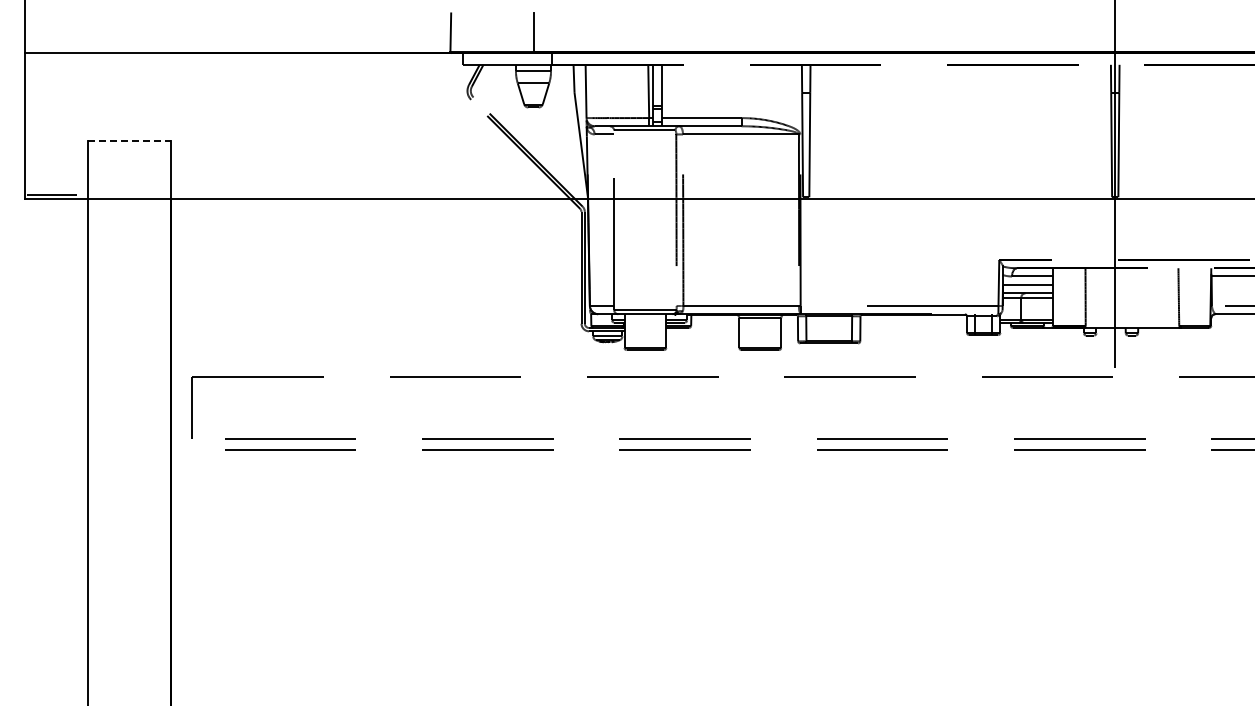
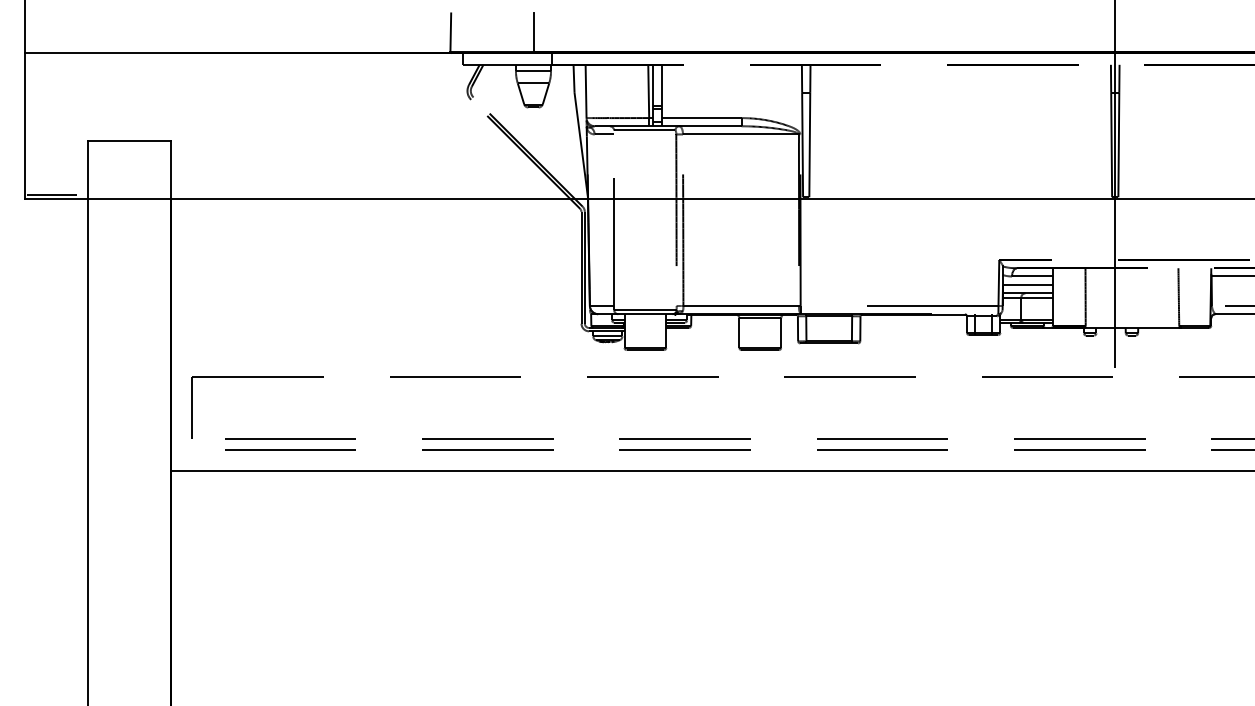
line at (129, 140): dashed -> solid
line at (711, 470): none -> present
